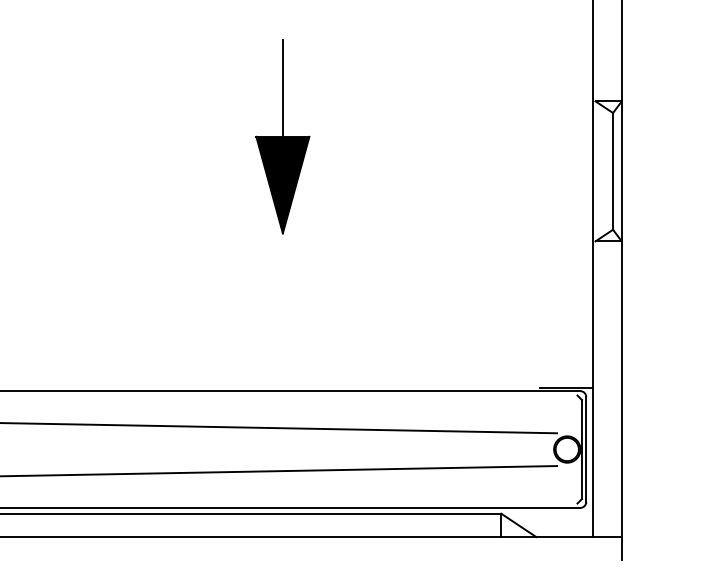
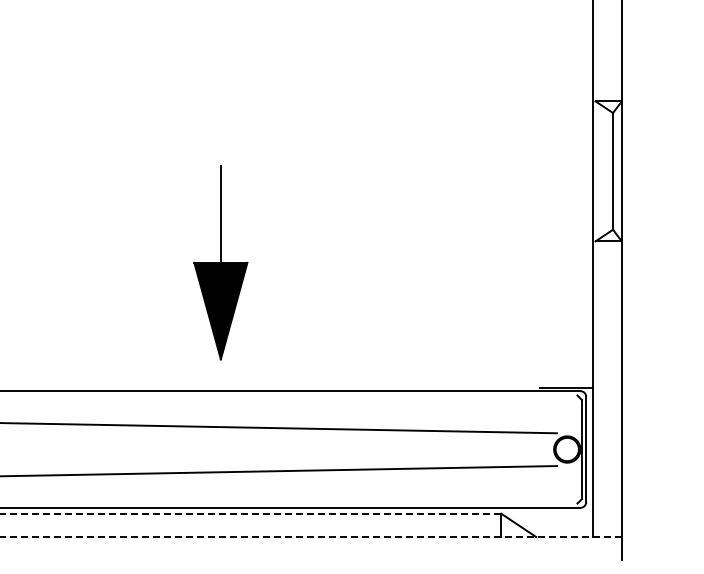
part at (282, 136) position: (282, 136) -> (220, 262)
line at (250, 513): solid -> dashed
line at (310, 537): solid -> dashed
